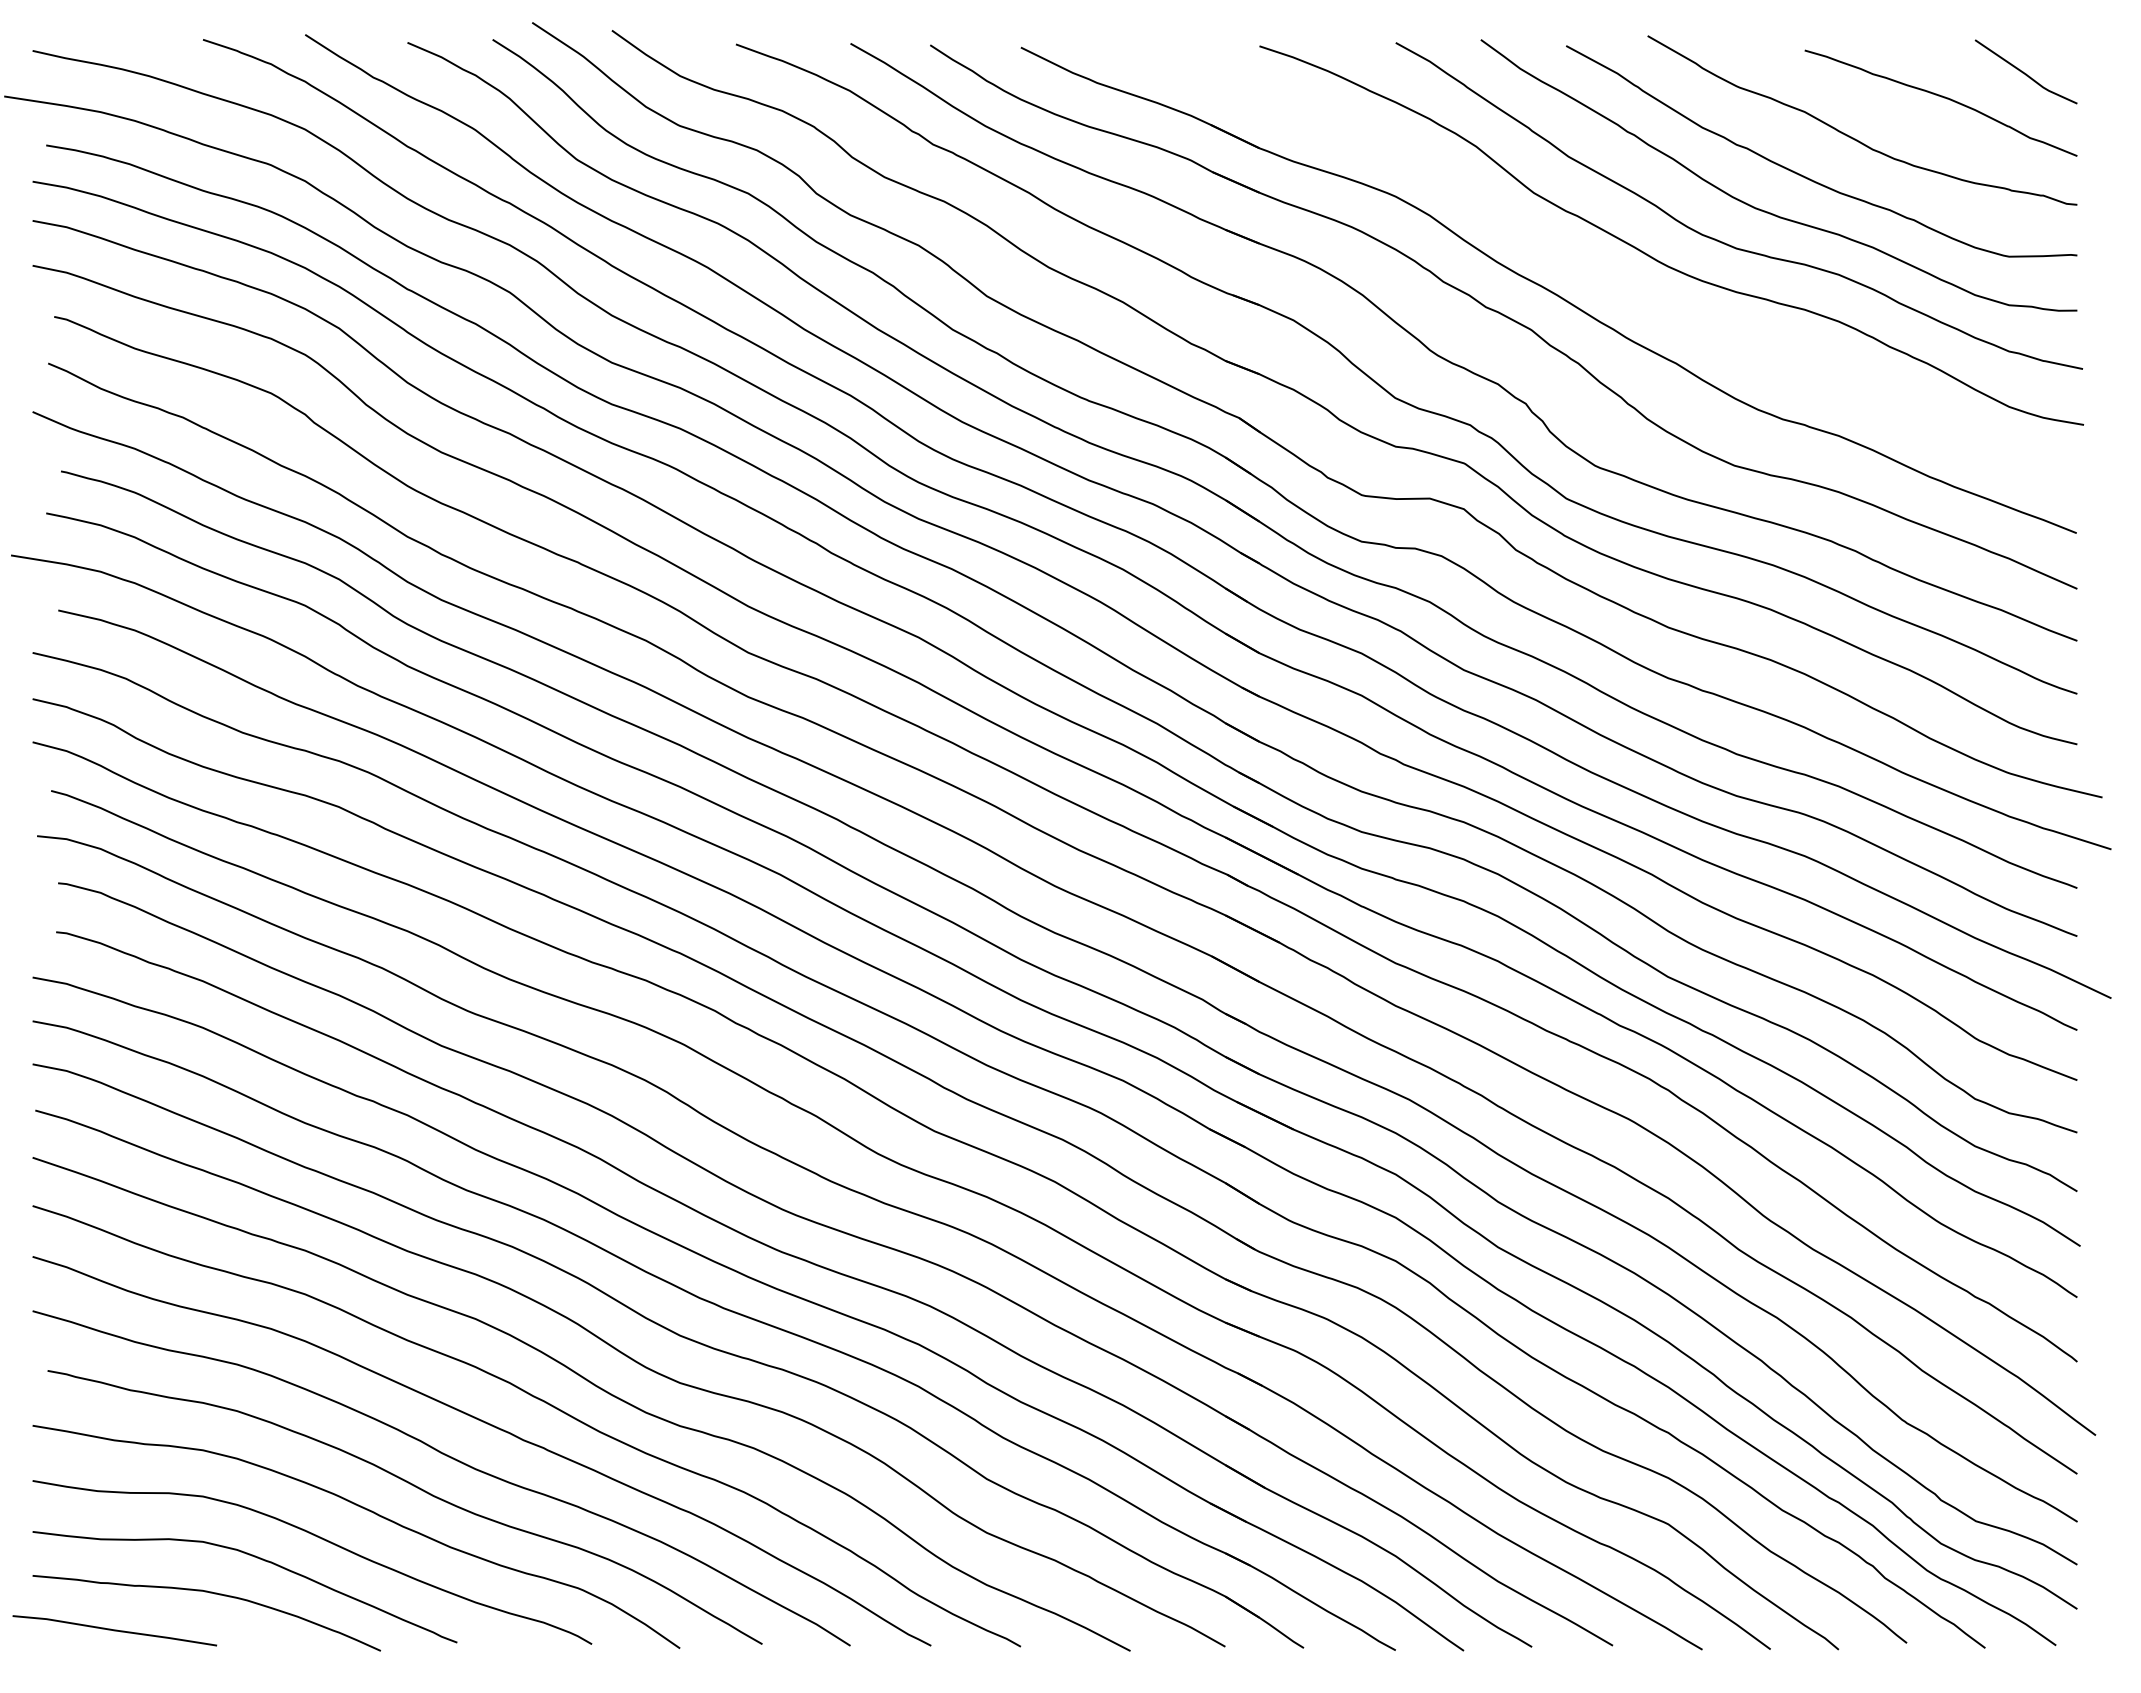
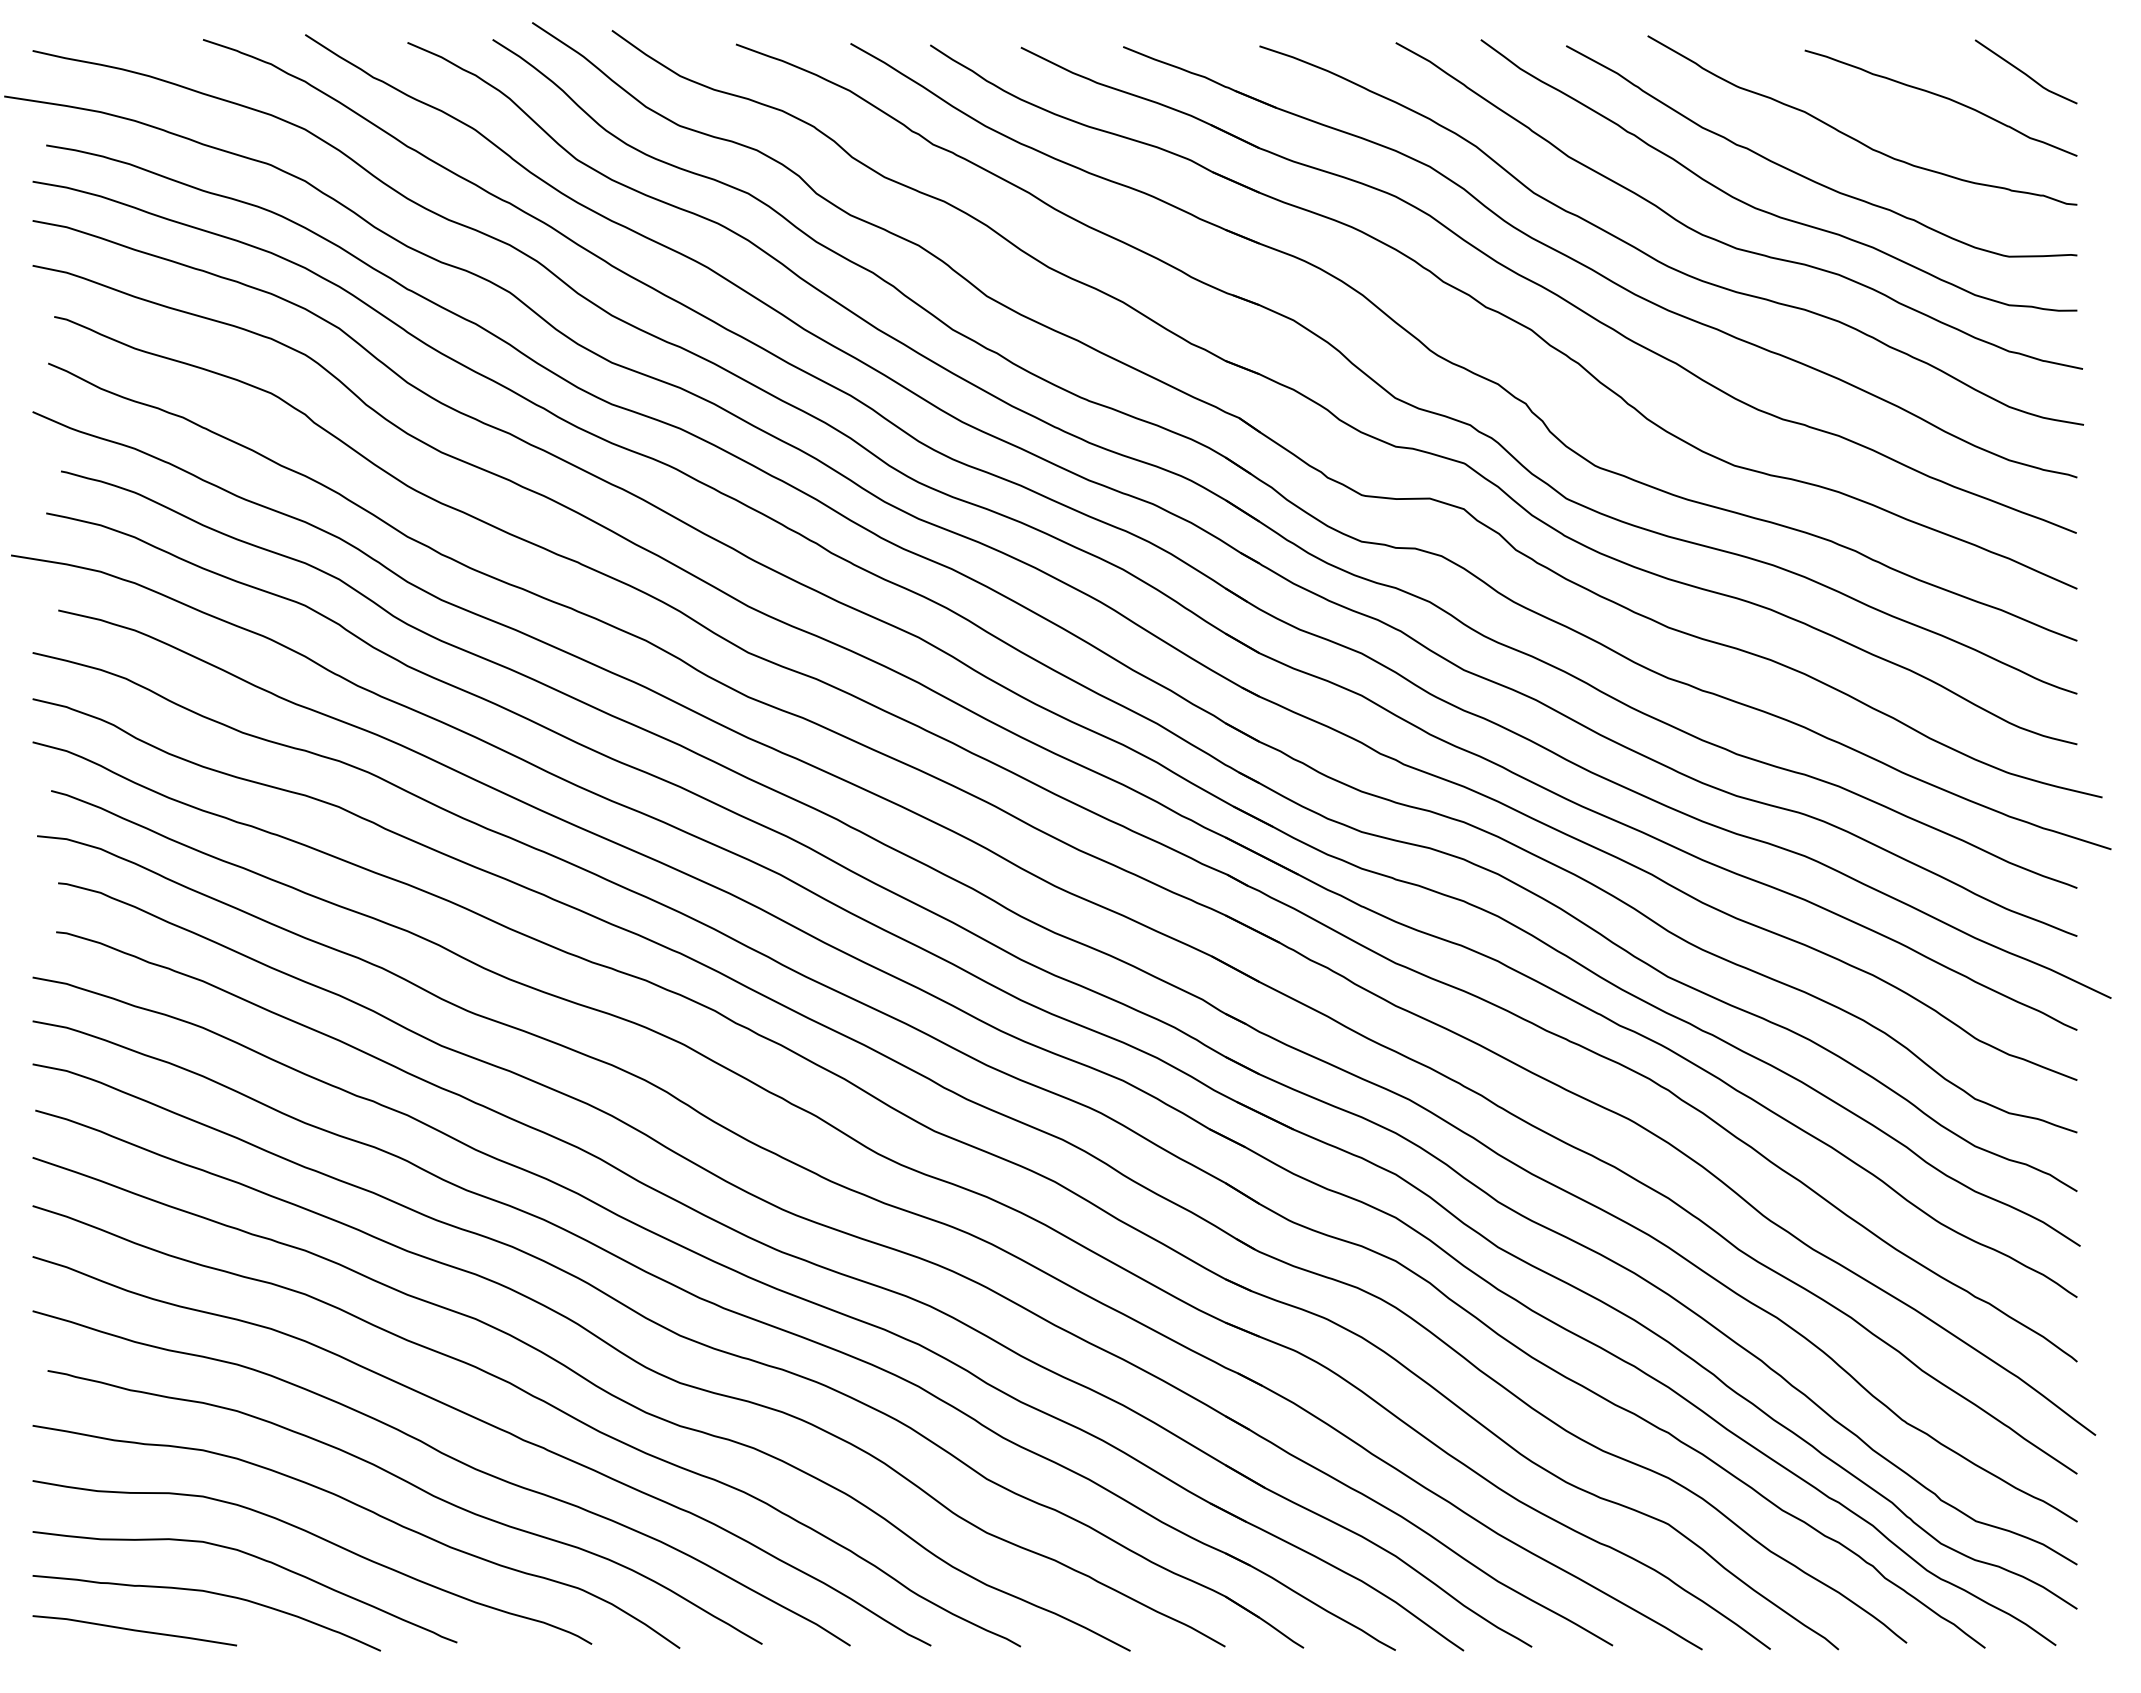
part at (1595, 270): none -> present
line at (114, 1630) position: (114, 1630) -> (134, 1630)
